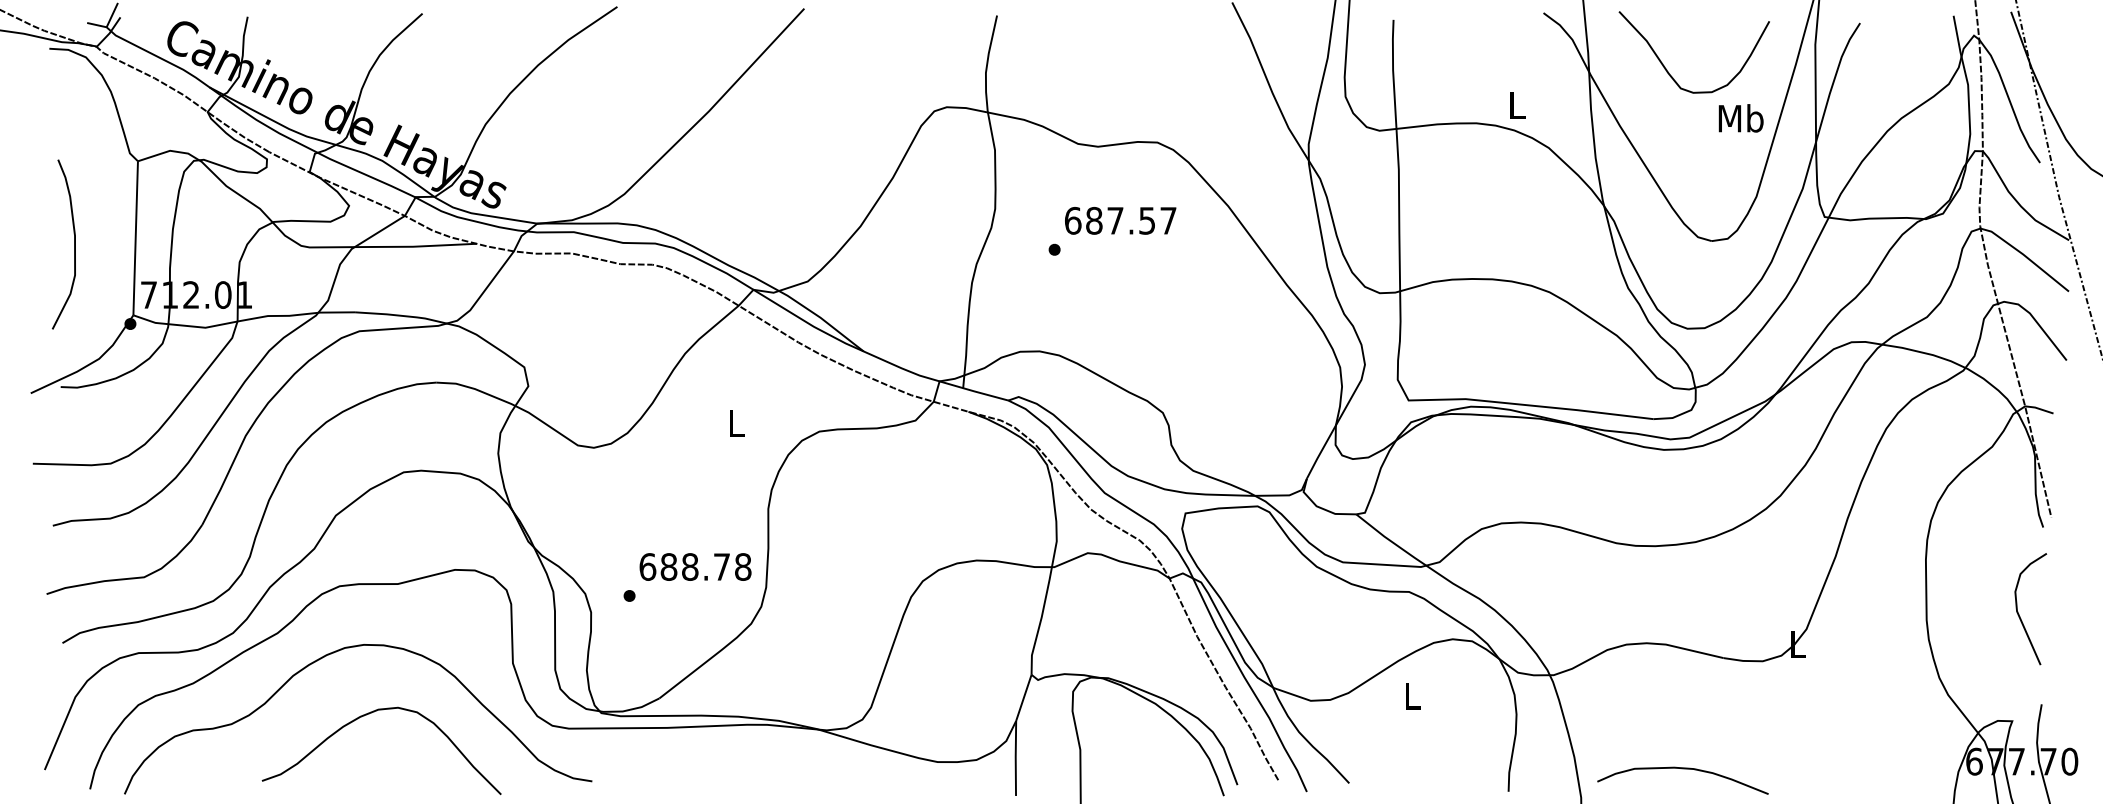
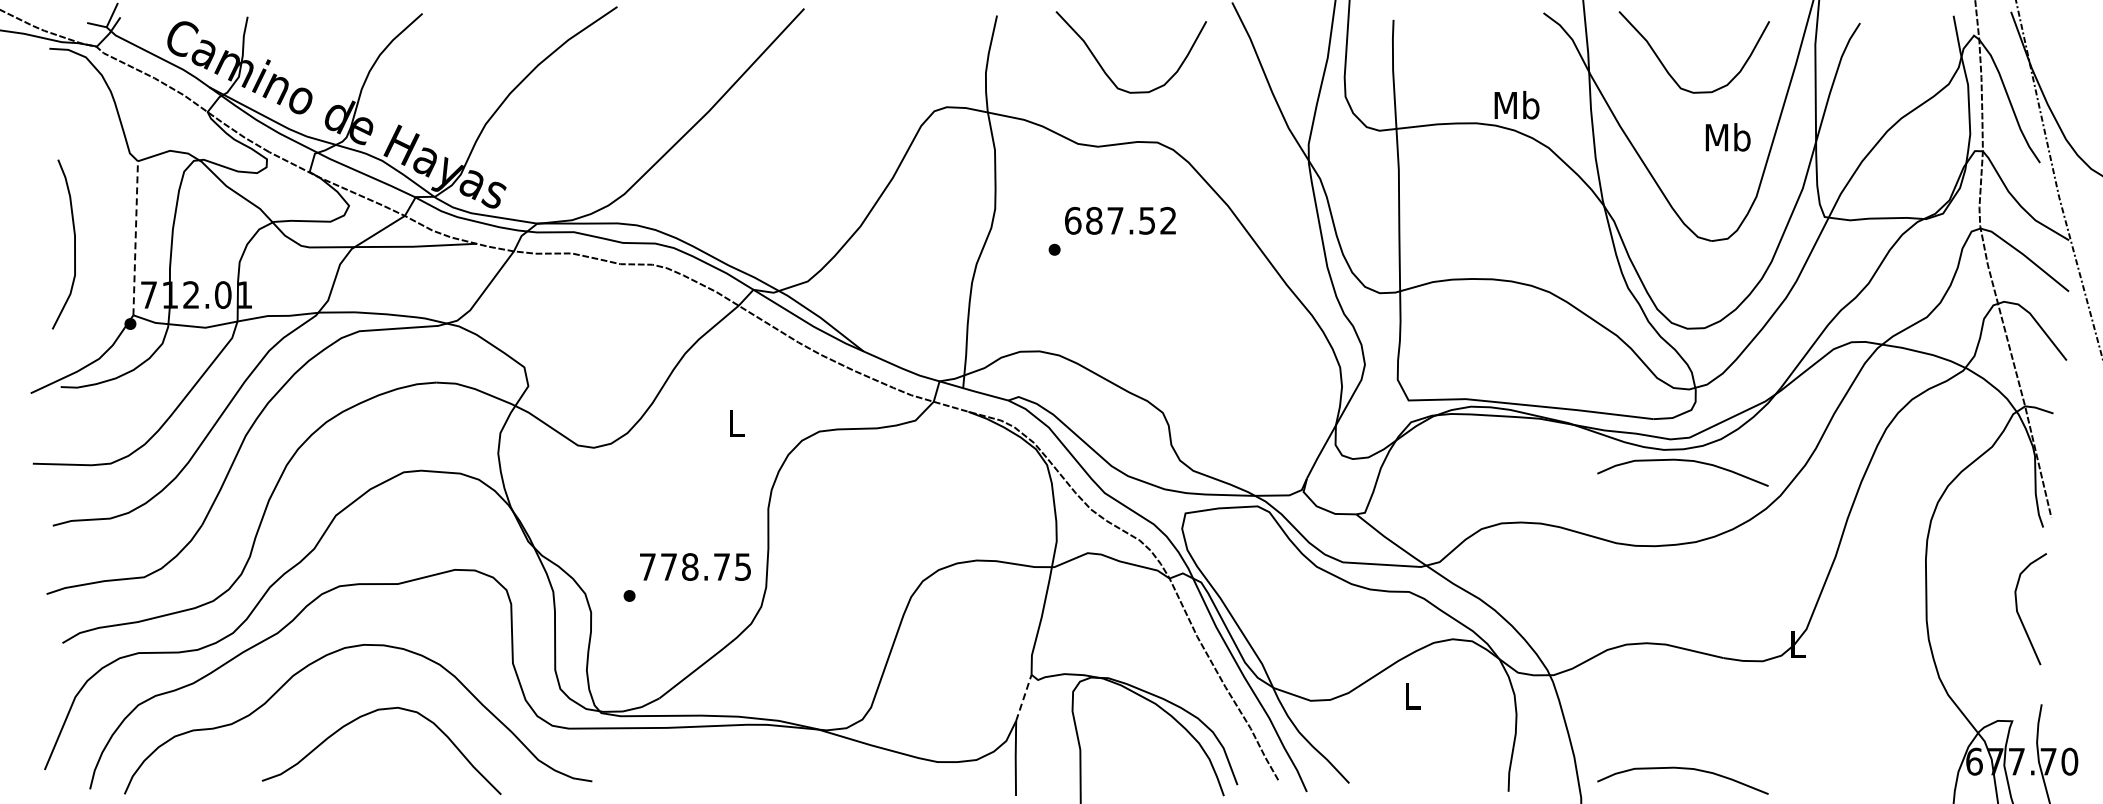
curve at (1104, 69): none -> present
text at (1516, 105): L -> Mb
text at (1740, 118) position: (1740, 118) -> (1727, 137)
text at (1168, 220): 687.57 -> 687.52
line at (135, 237): solid -> dashed
curve at (1682, 461): none -> present
text at (695, 566): 688.78 -> 778.75
line at (1024, 697): solid -> dashed
